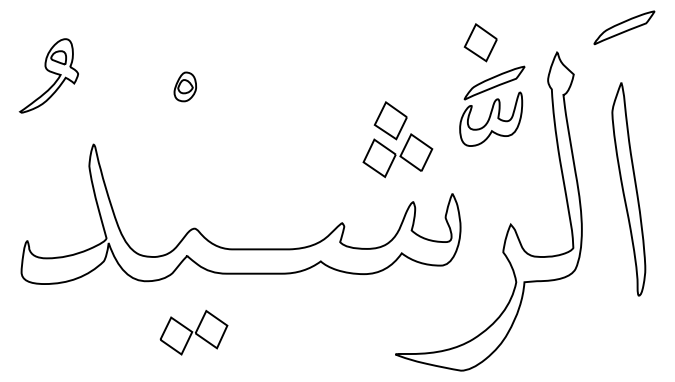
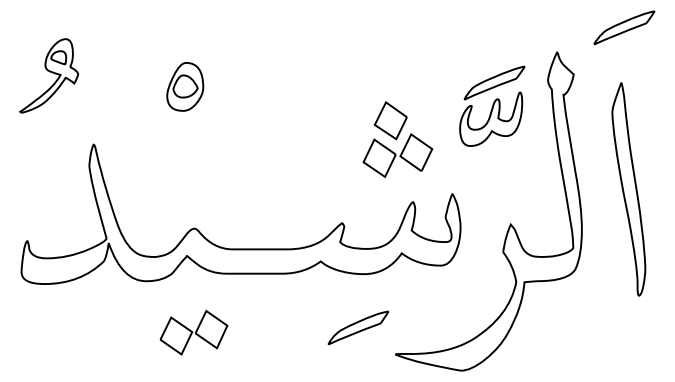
part at (480, 42): present -> none
part at (184, 86) size: 24x32 px -> 39x50 px
part at (358, 327): none -> present
